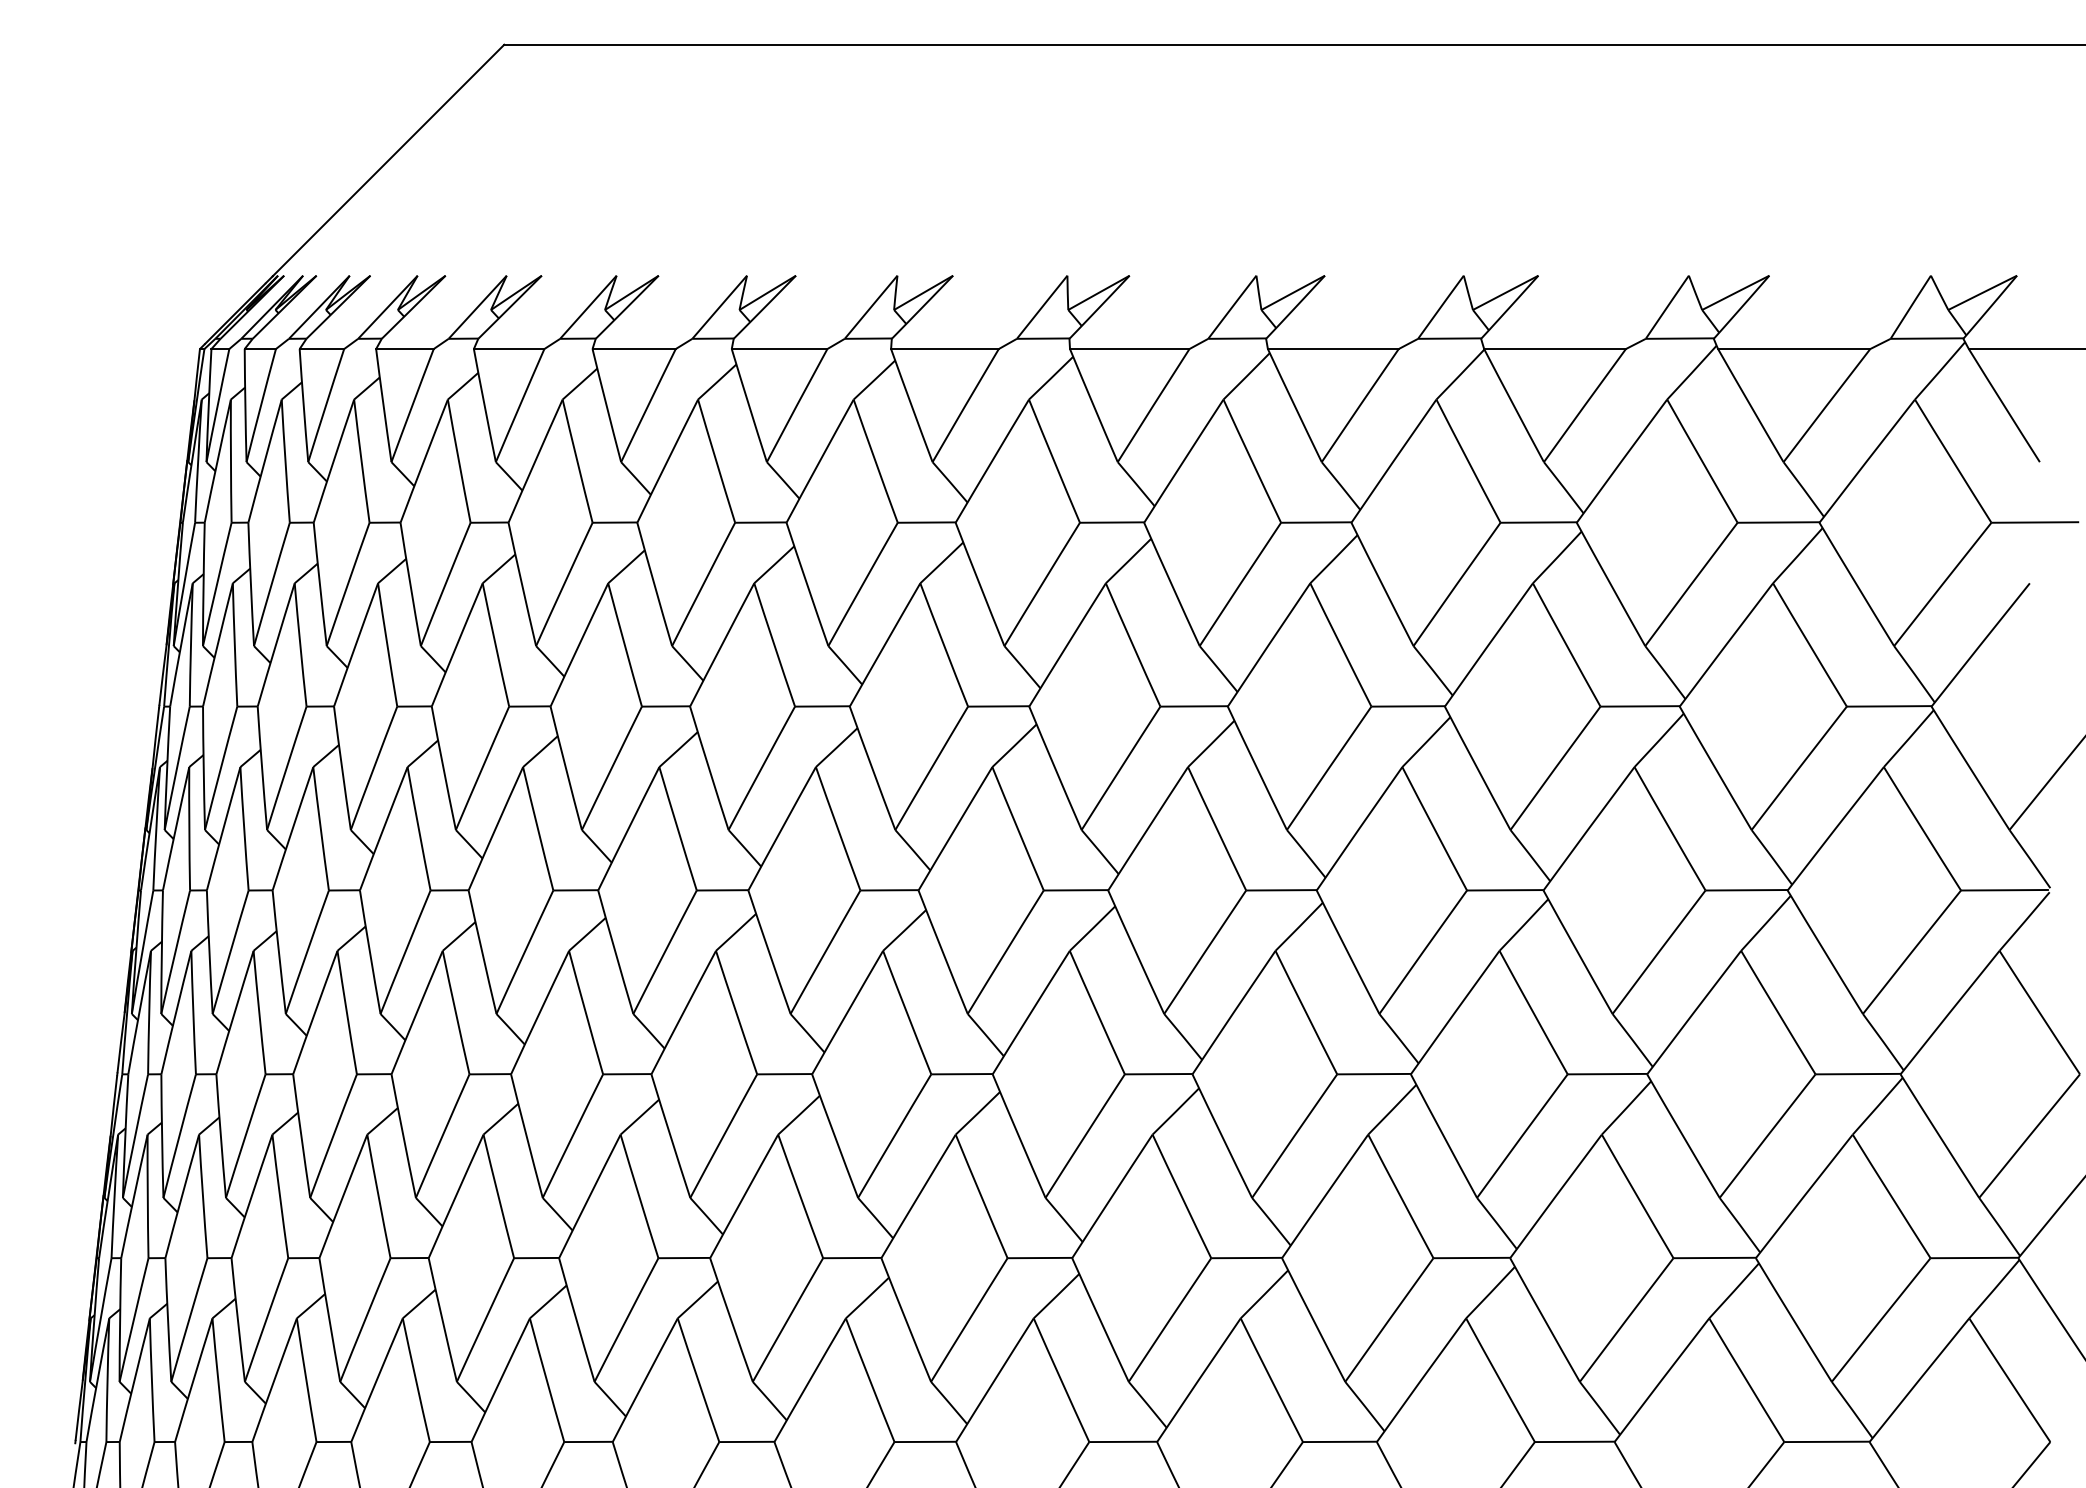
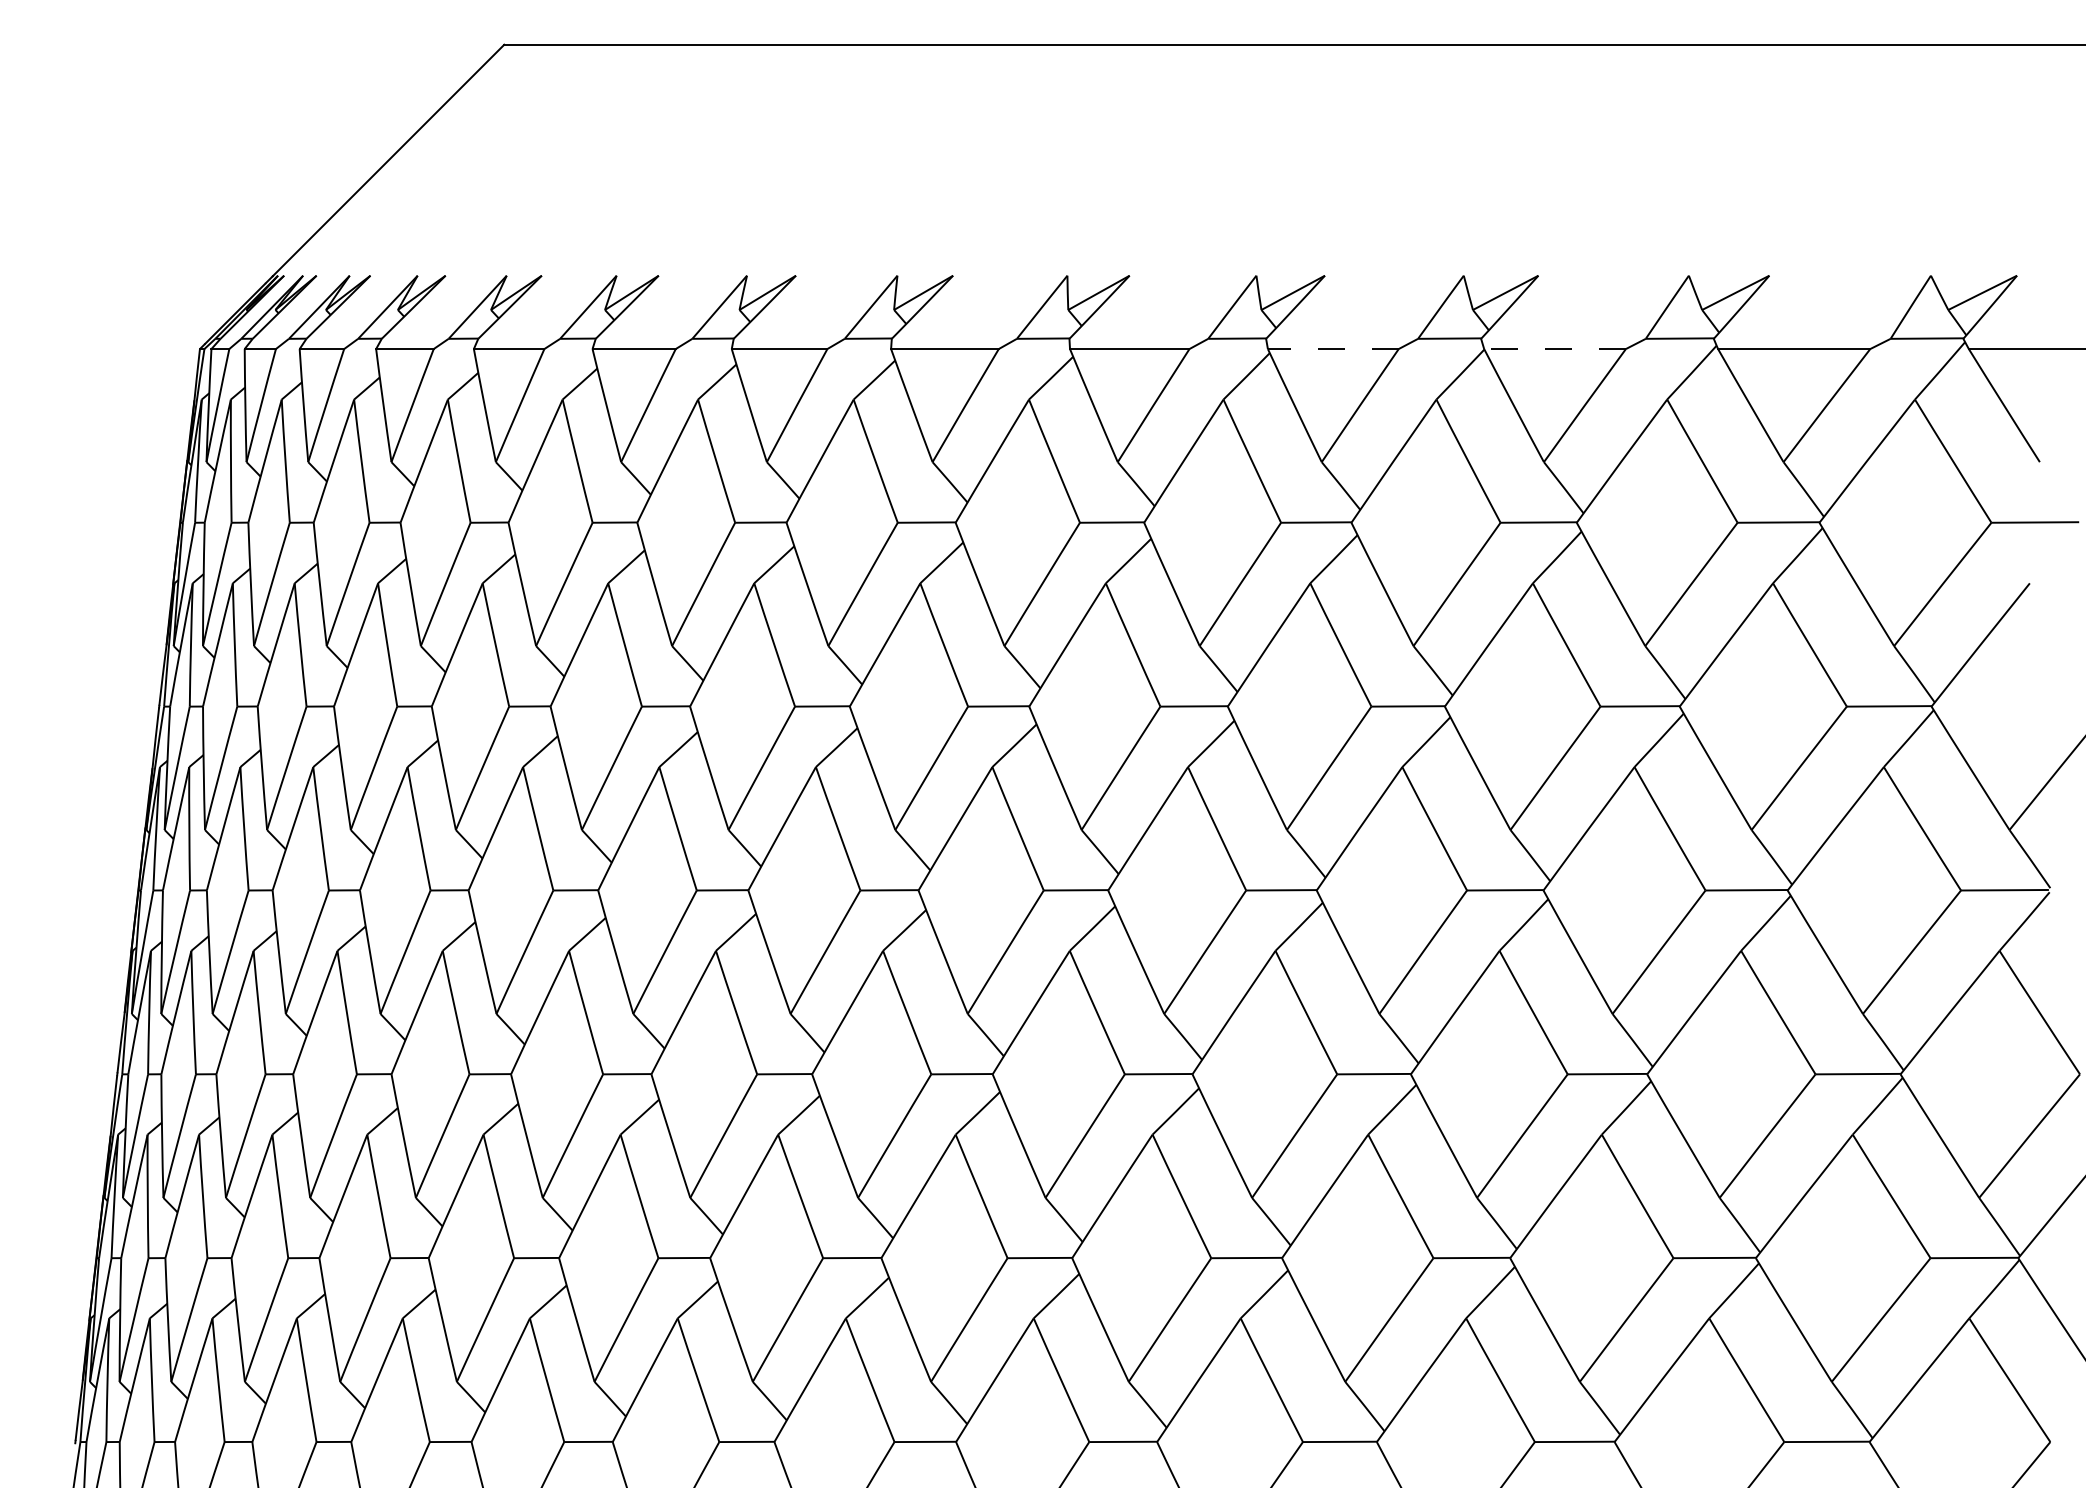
line at (1332, 349): solid -> dashed
line at (1555, 349): solid -> dashed
